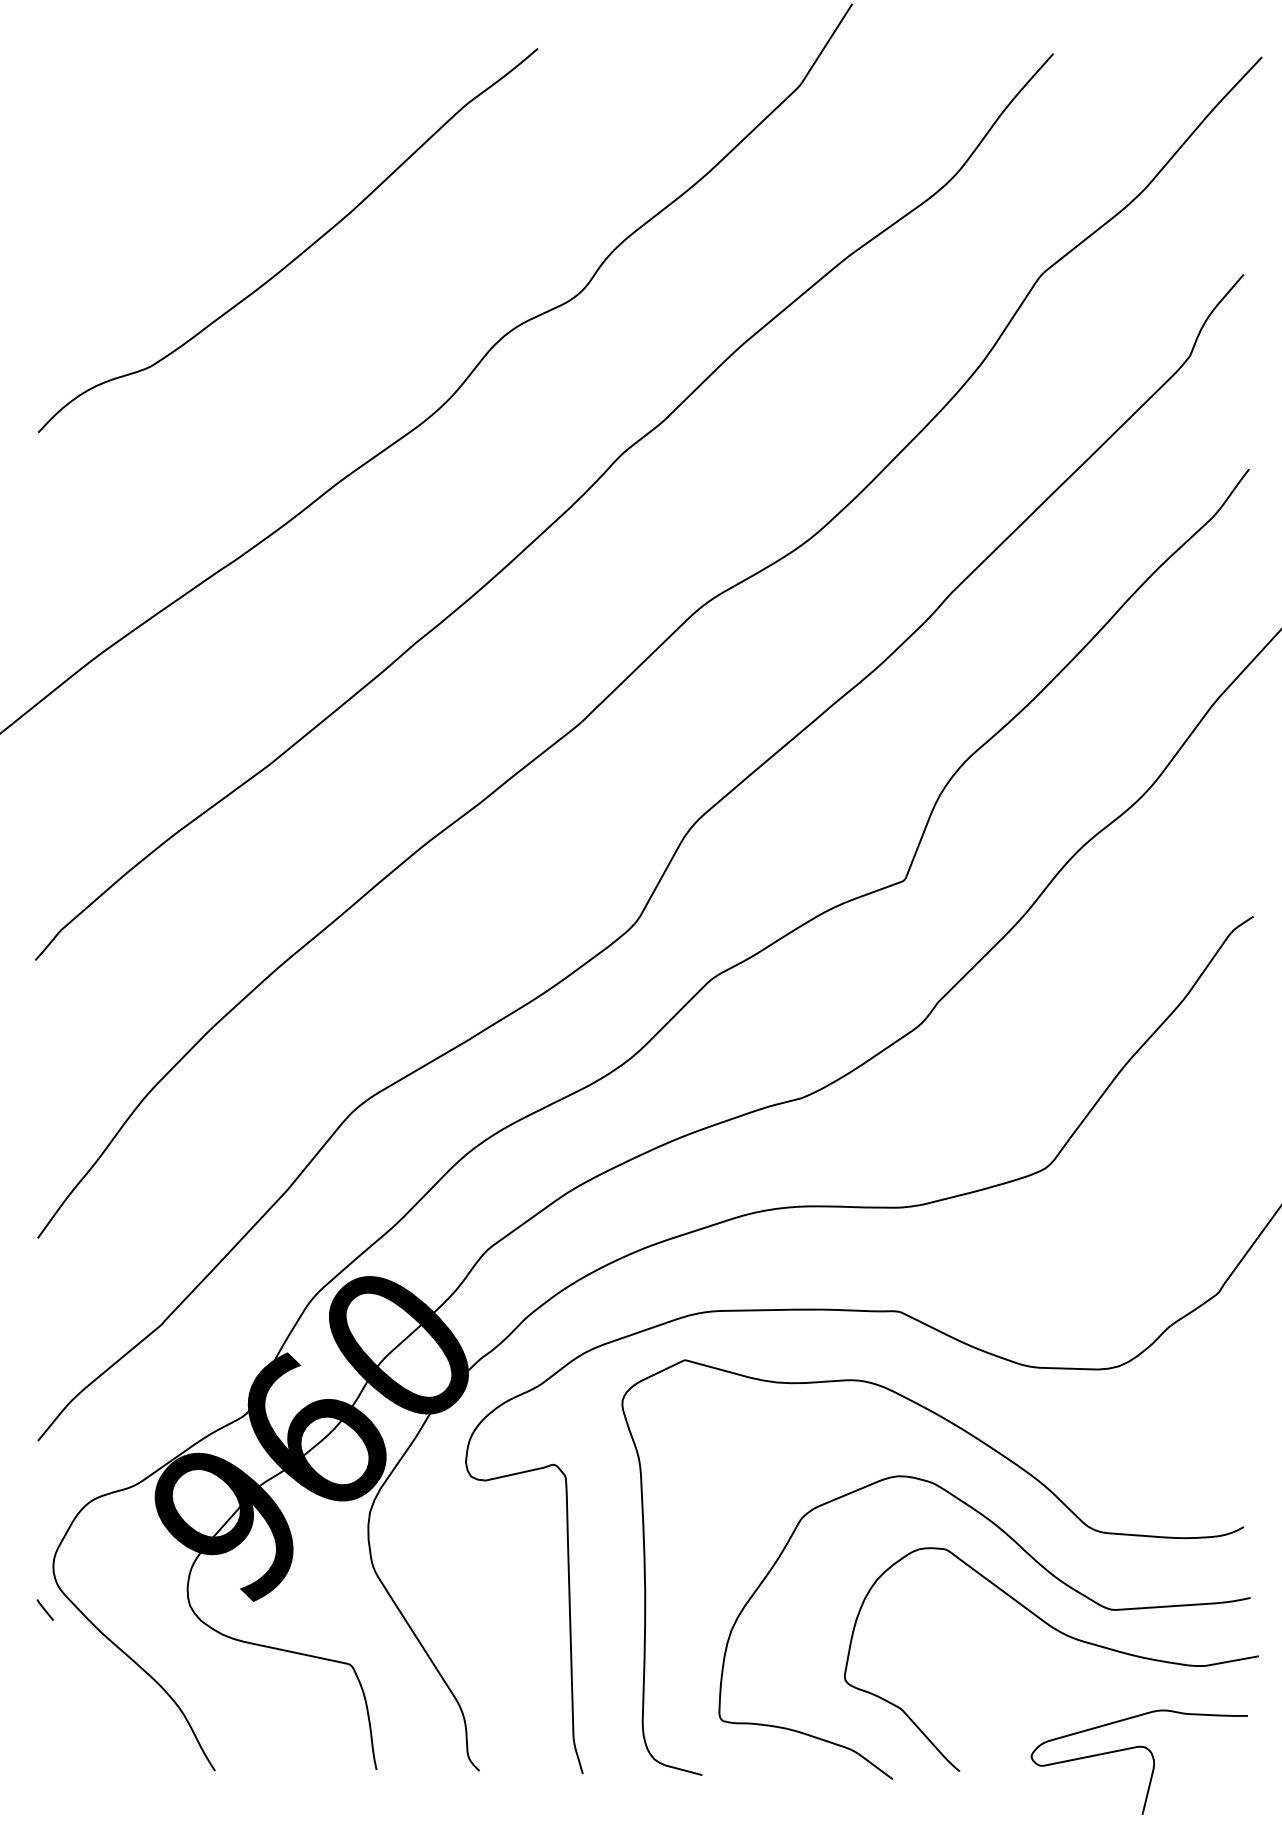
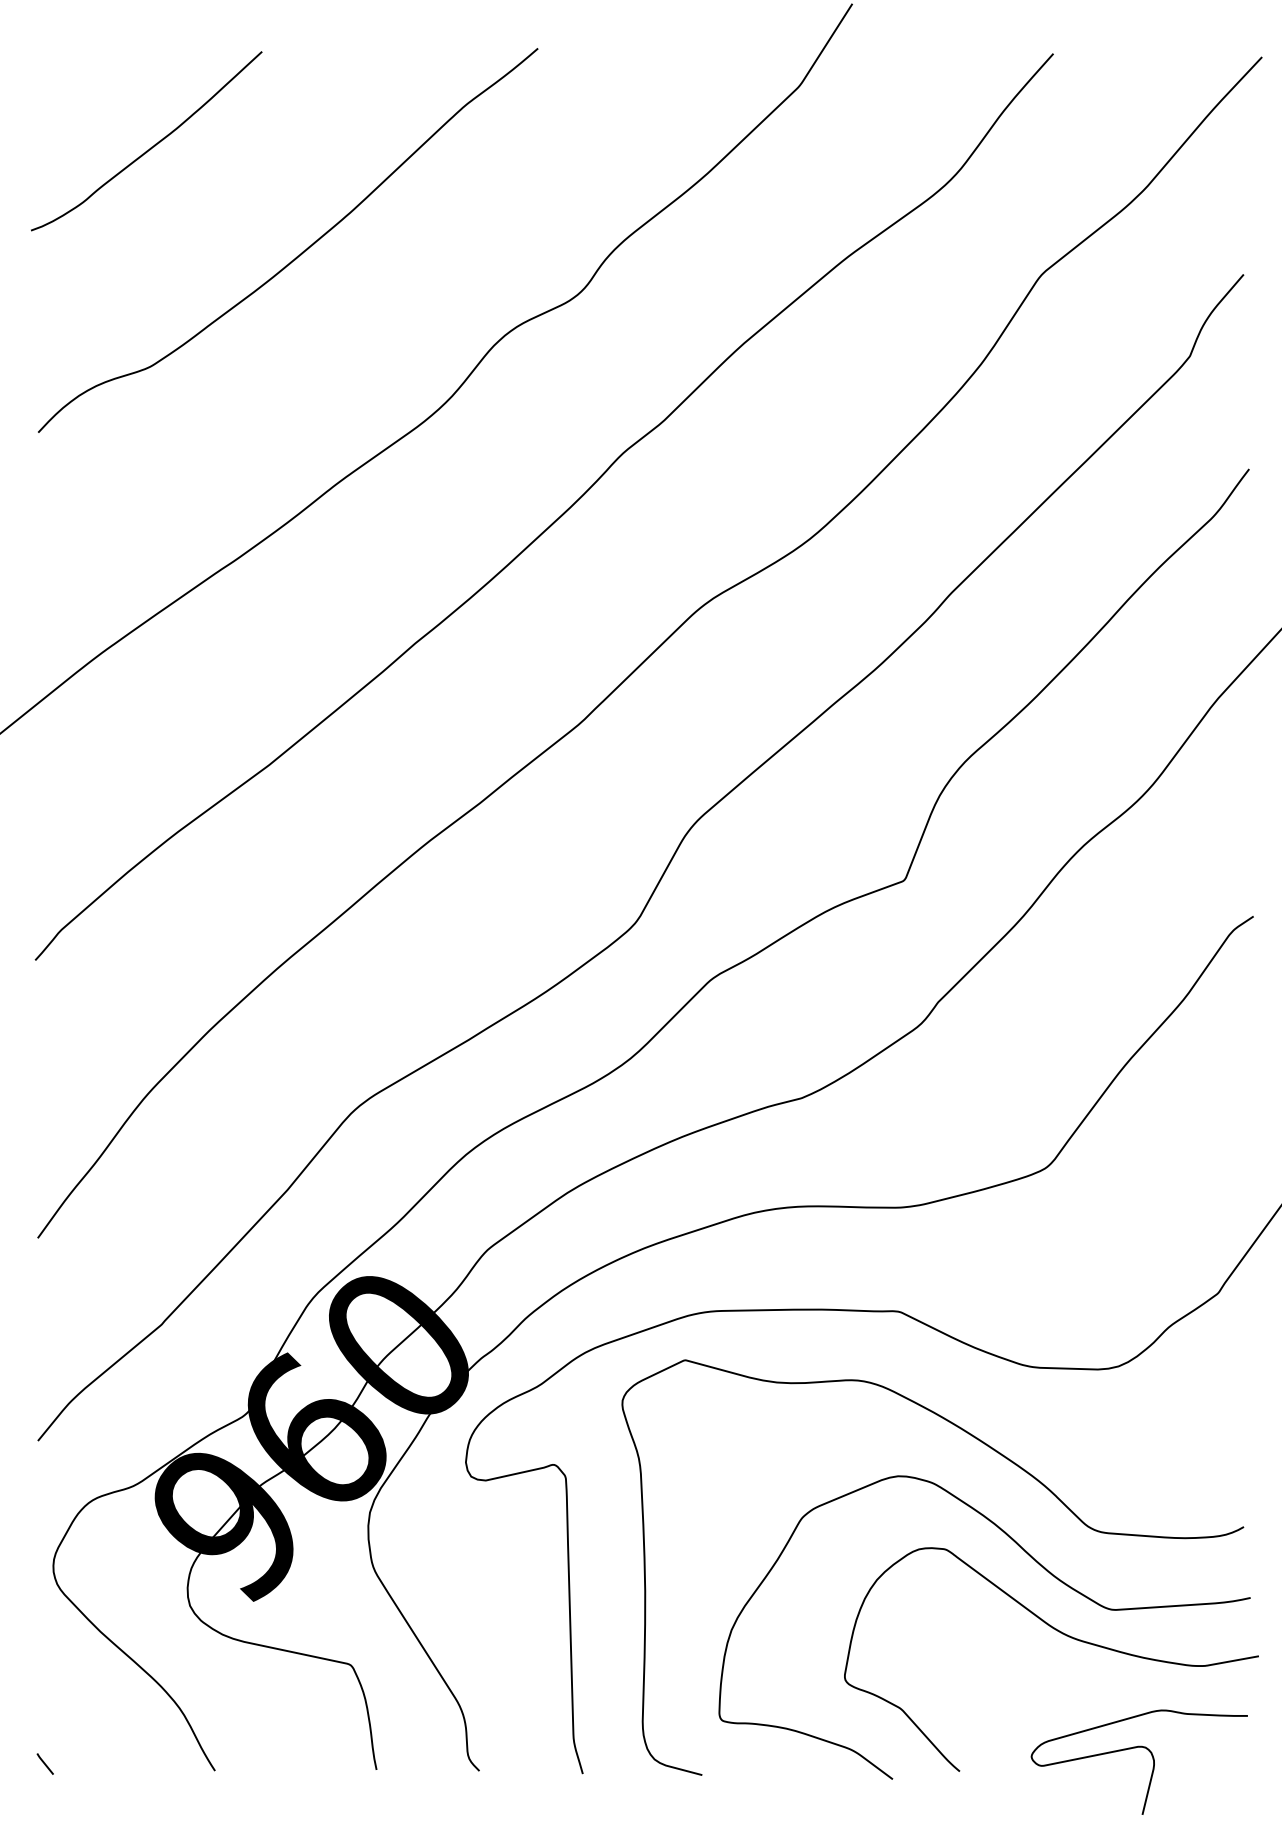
curve at (151, 146): none -> present
line at (44, 1609) position: (44, 1609) -> (44, 1763)
